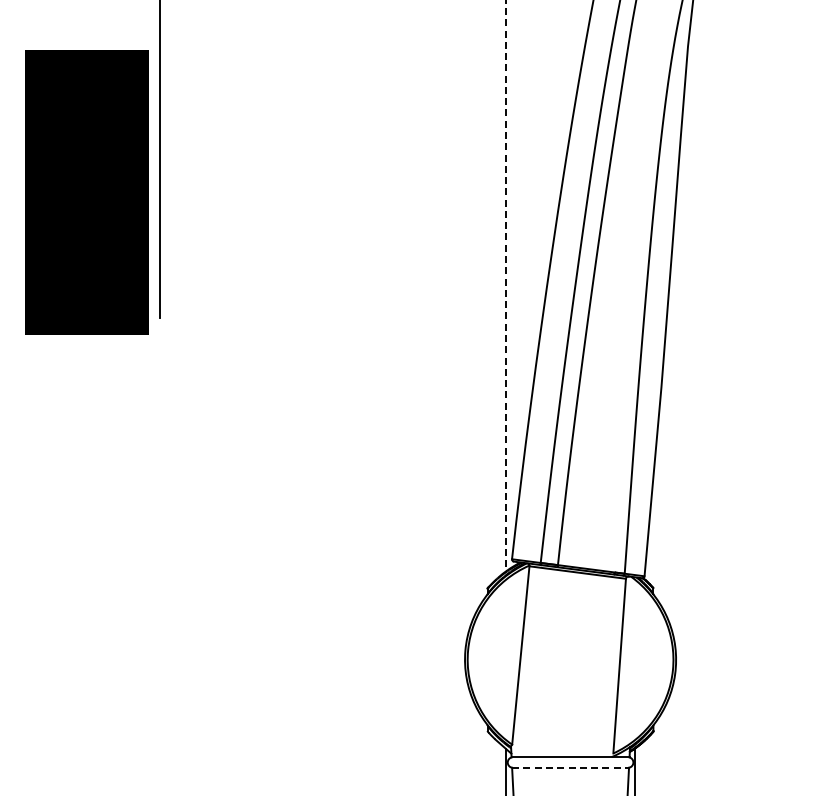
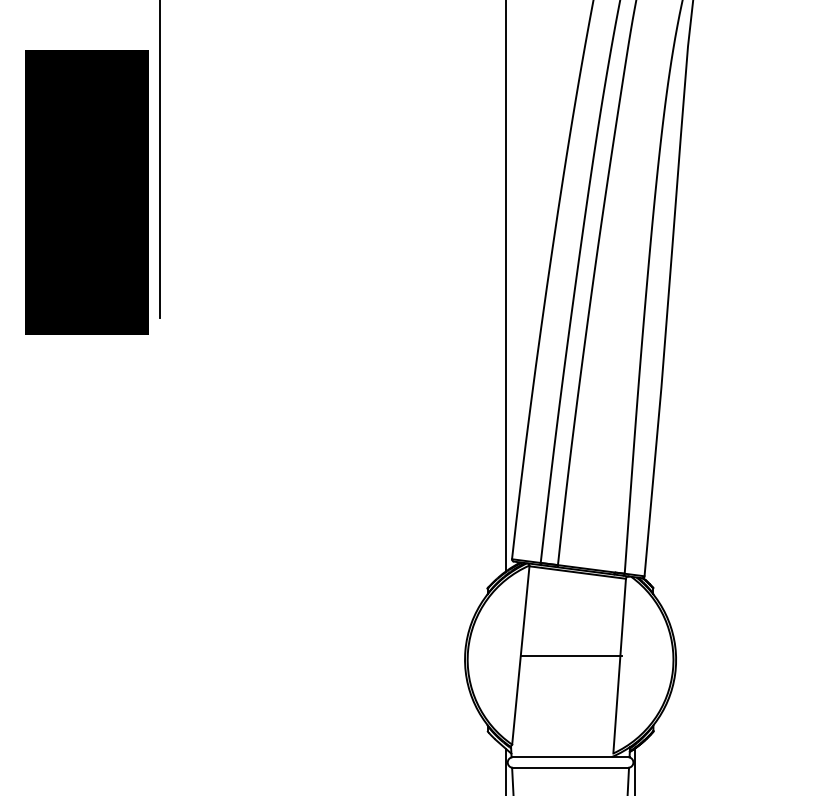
line at (506, 286): dashed -> solid
line at (571, 655): none -> present
line at (571, 767): dashed -> solid
